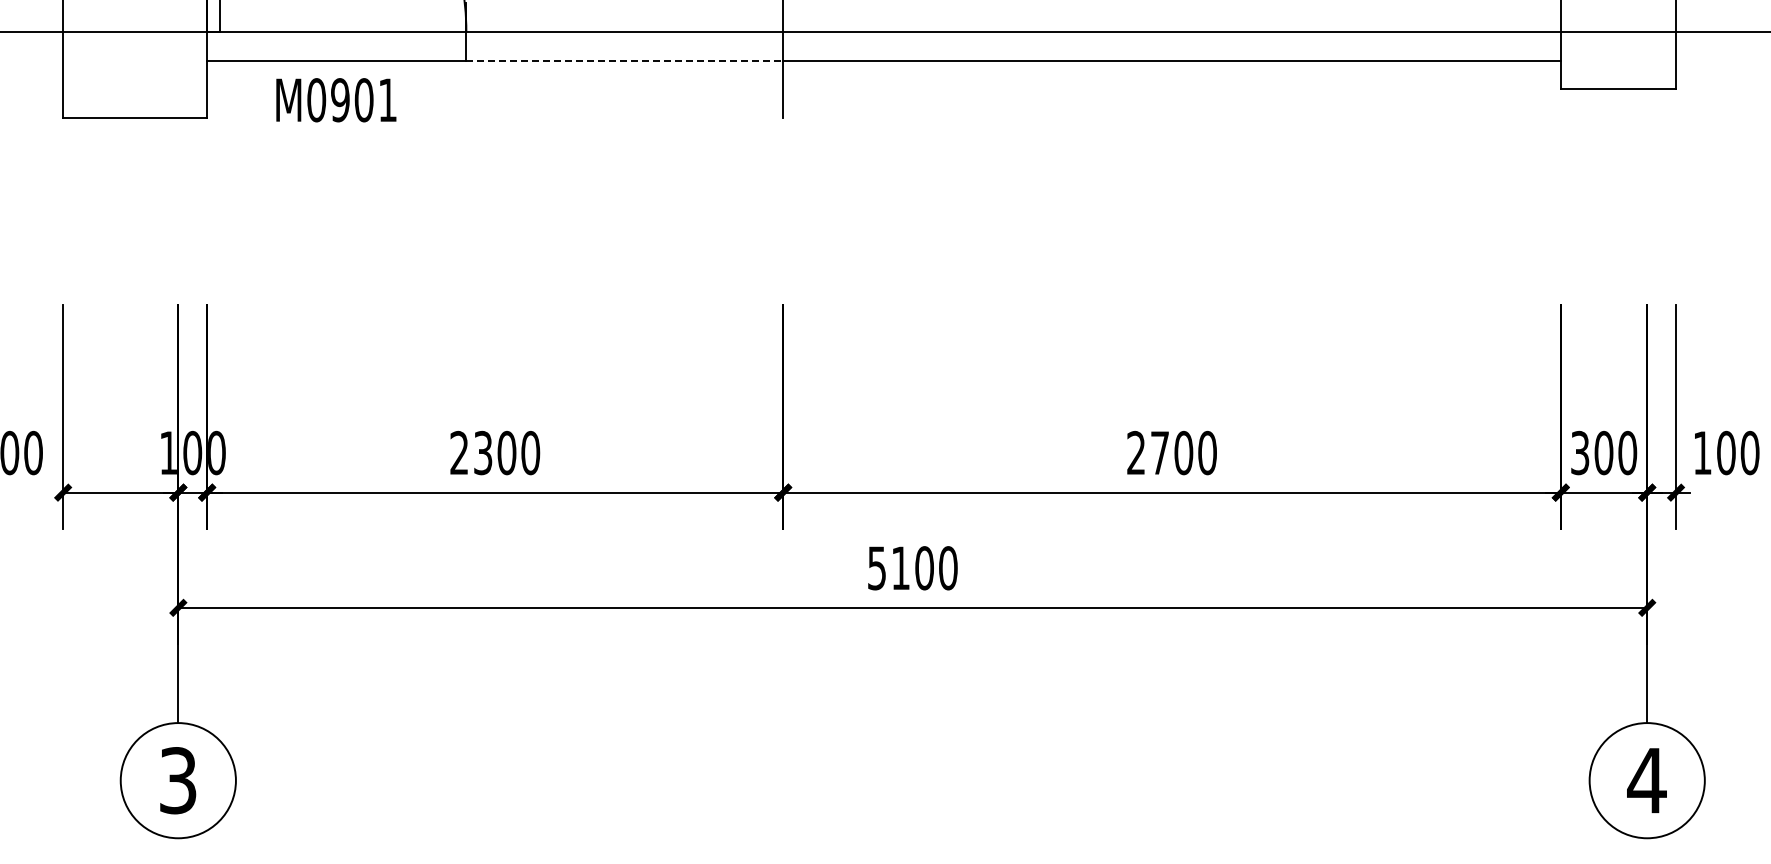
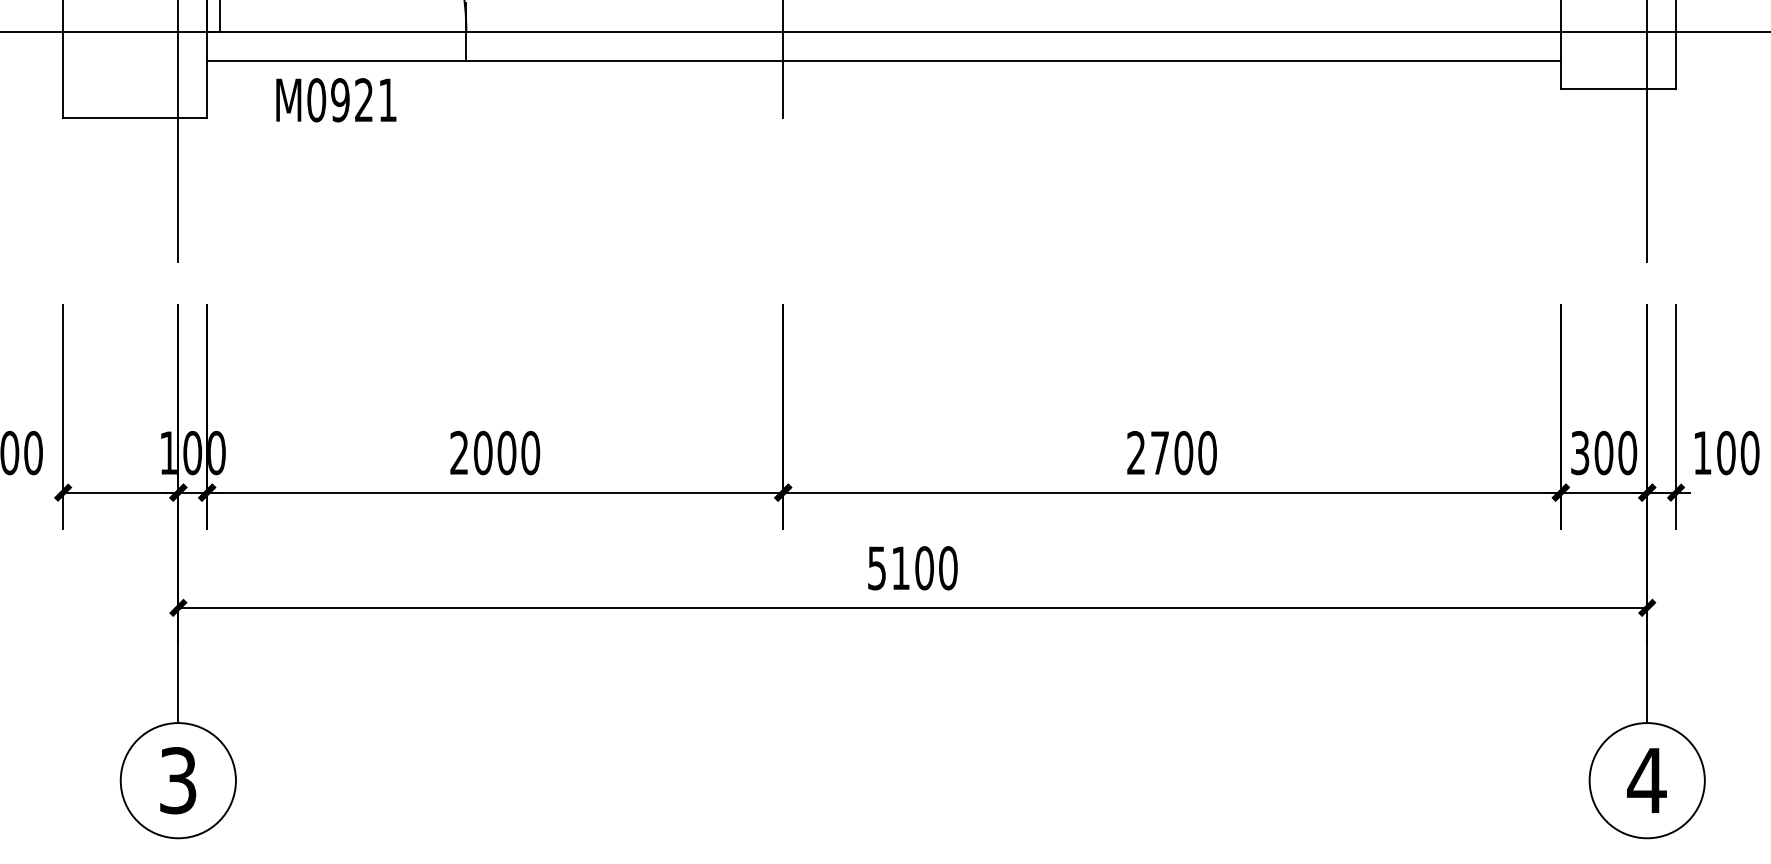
line at (625, 60): dashed -> solid
text at (363, 100): M0901 -> M0921
line at (178, 132): none -> present
line at (1647, 132): none -> present
text at (483, 453): 2300 -> 2000
